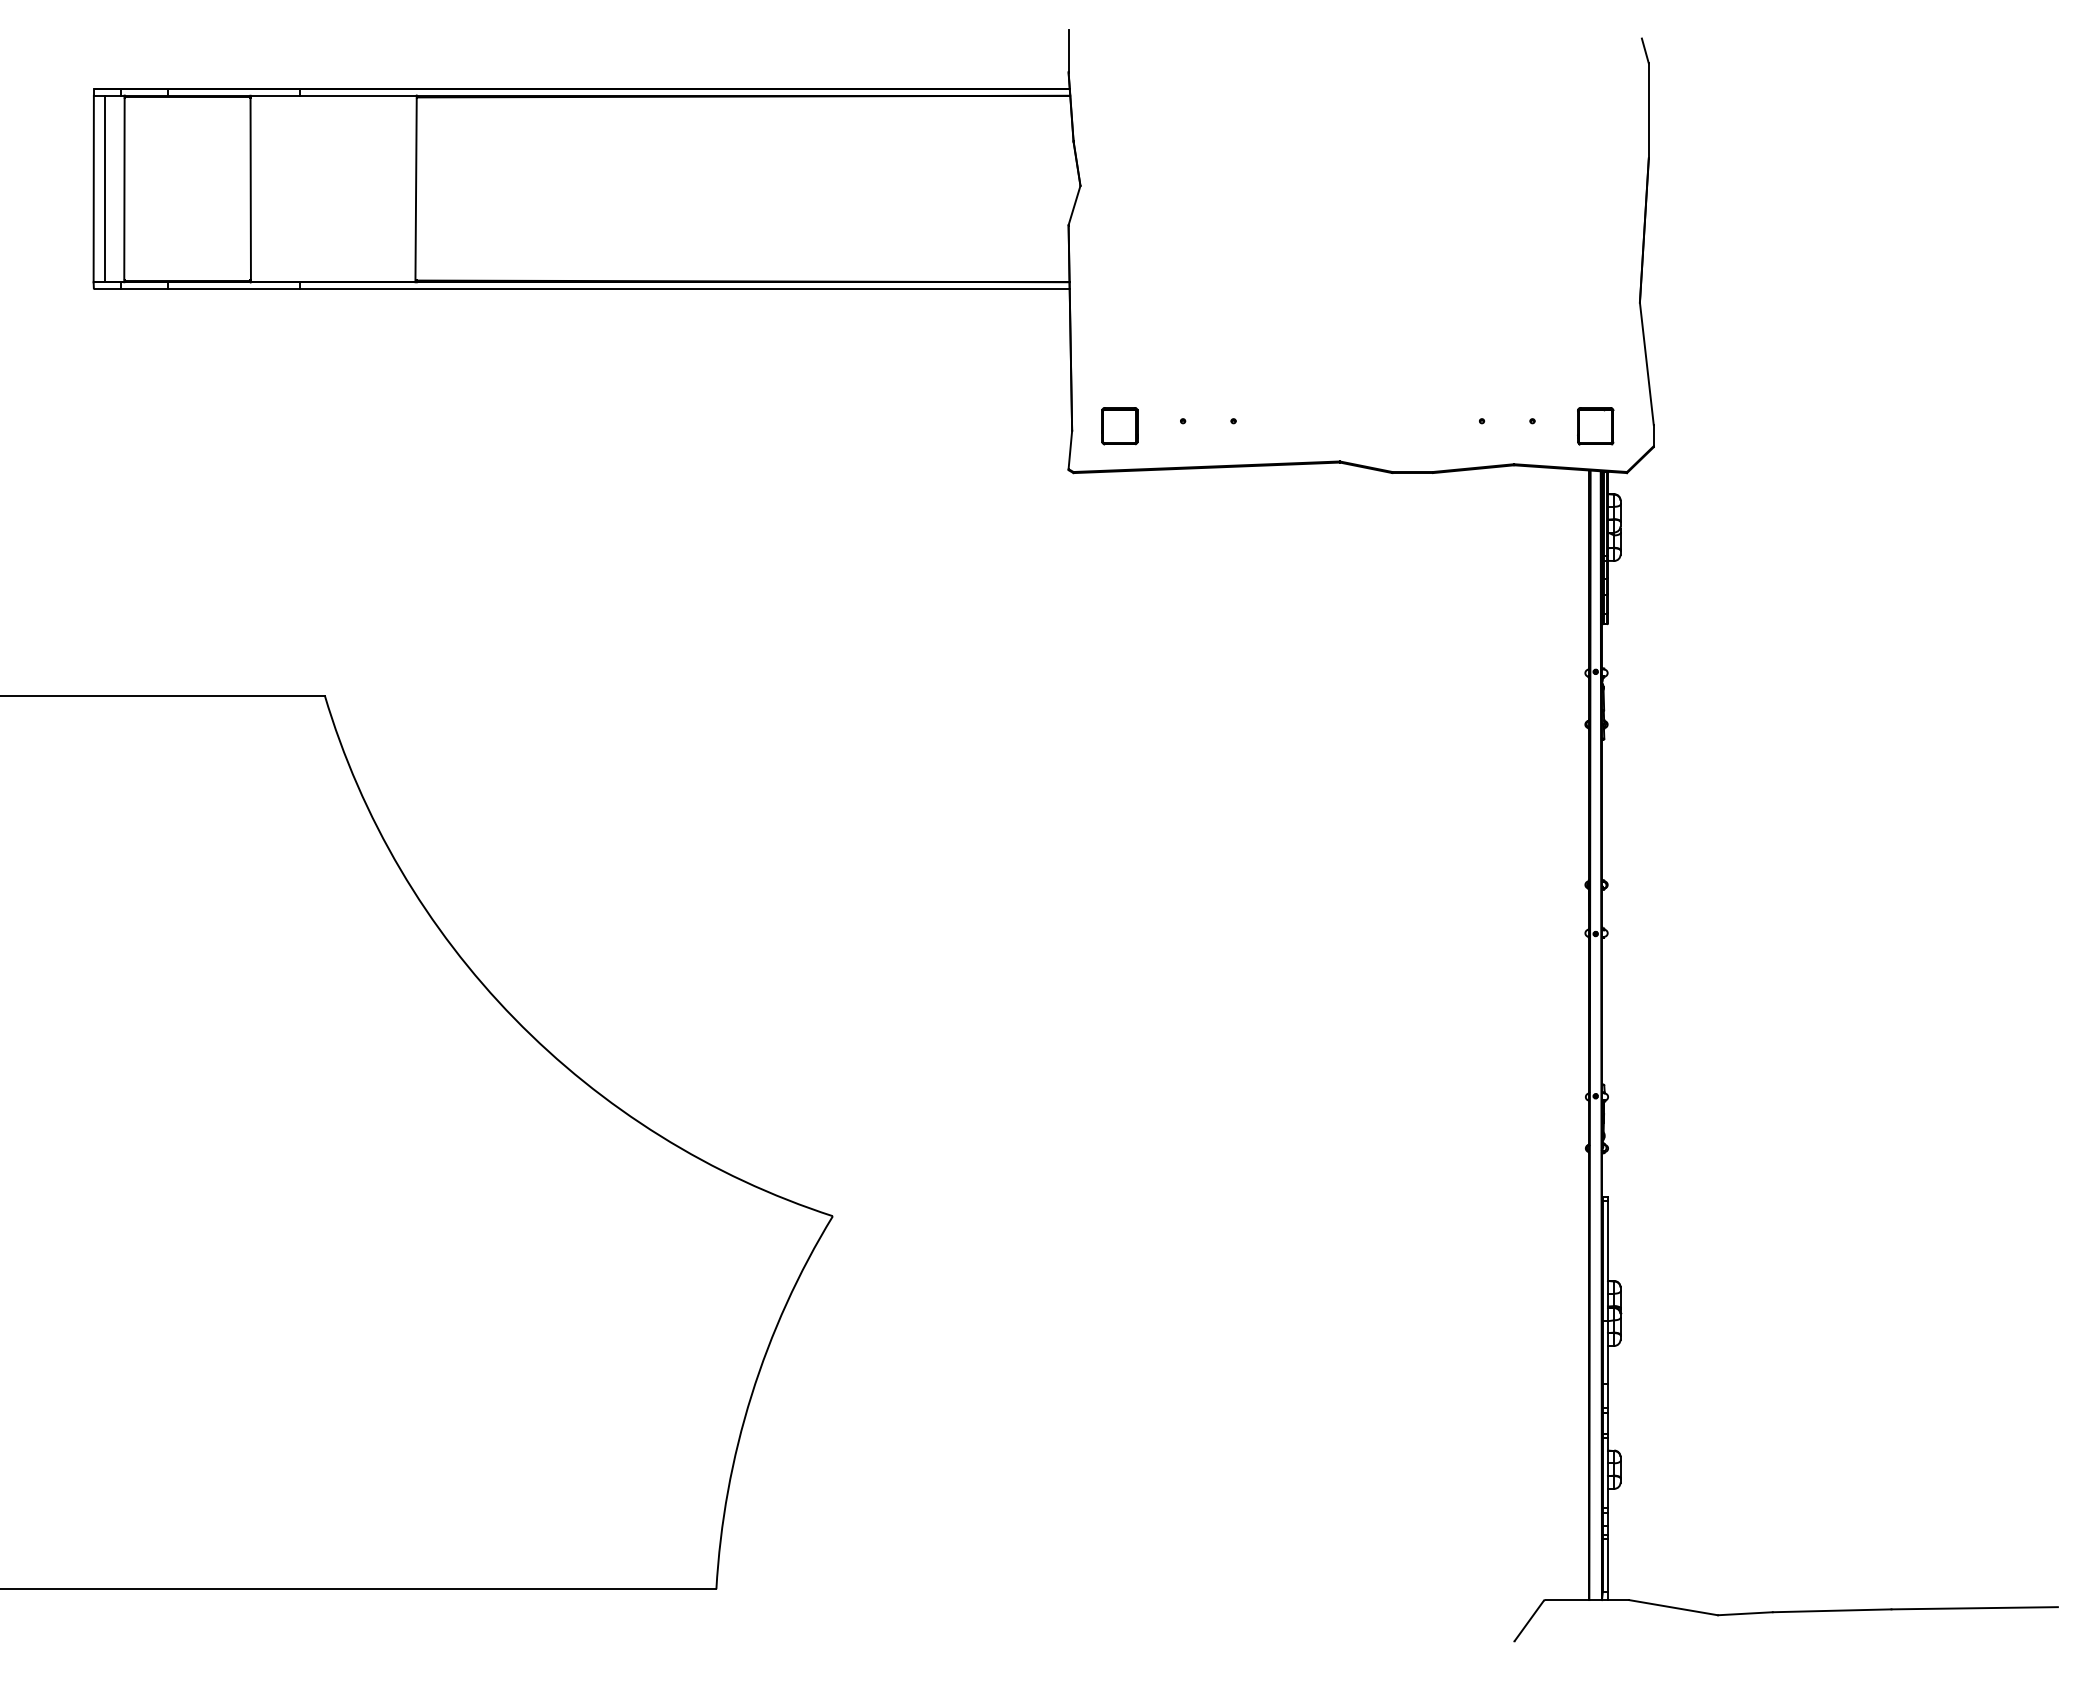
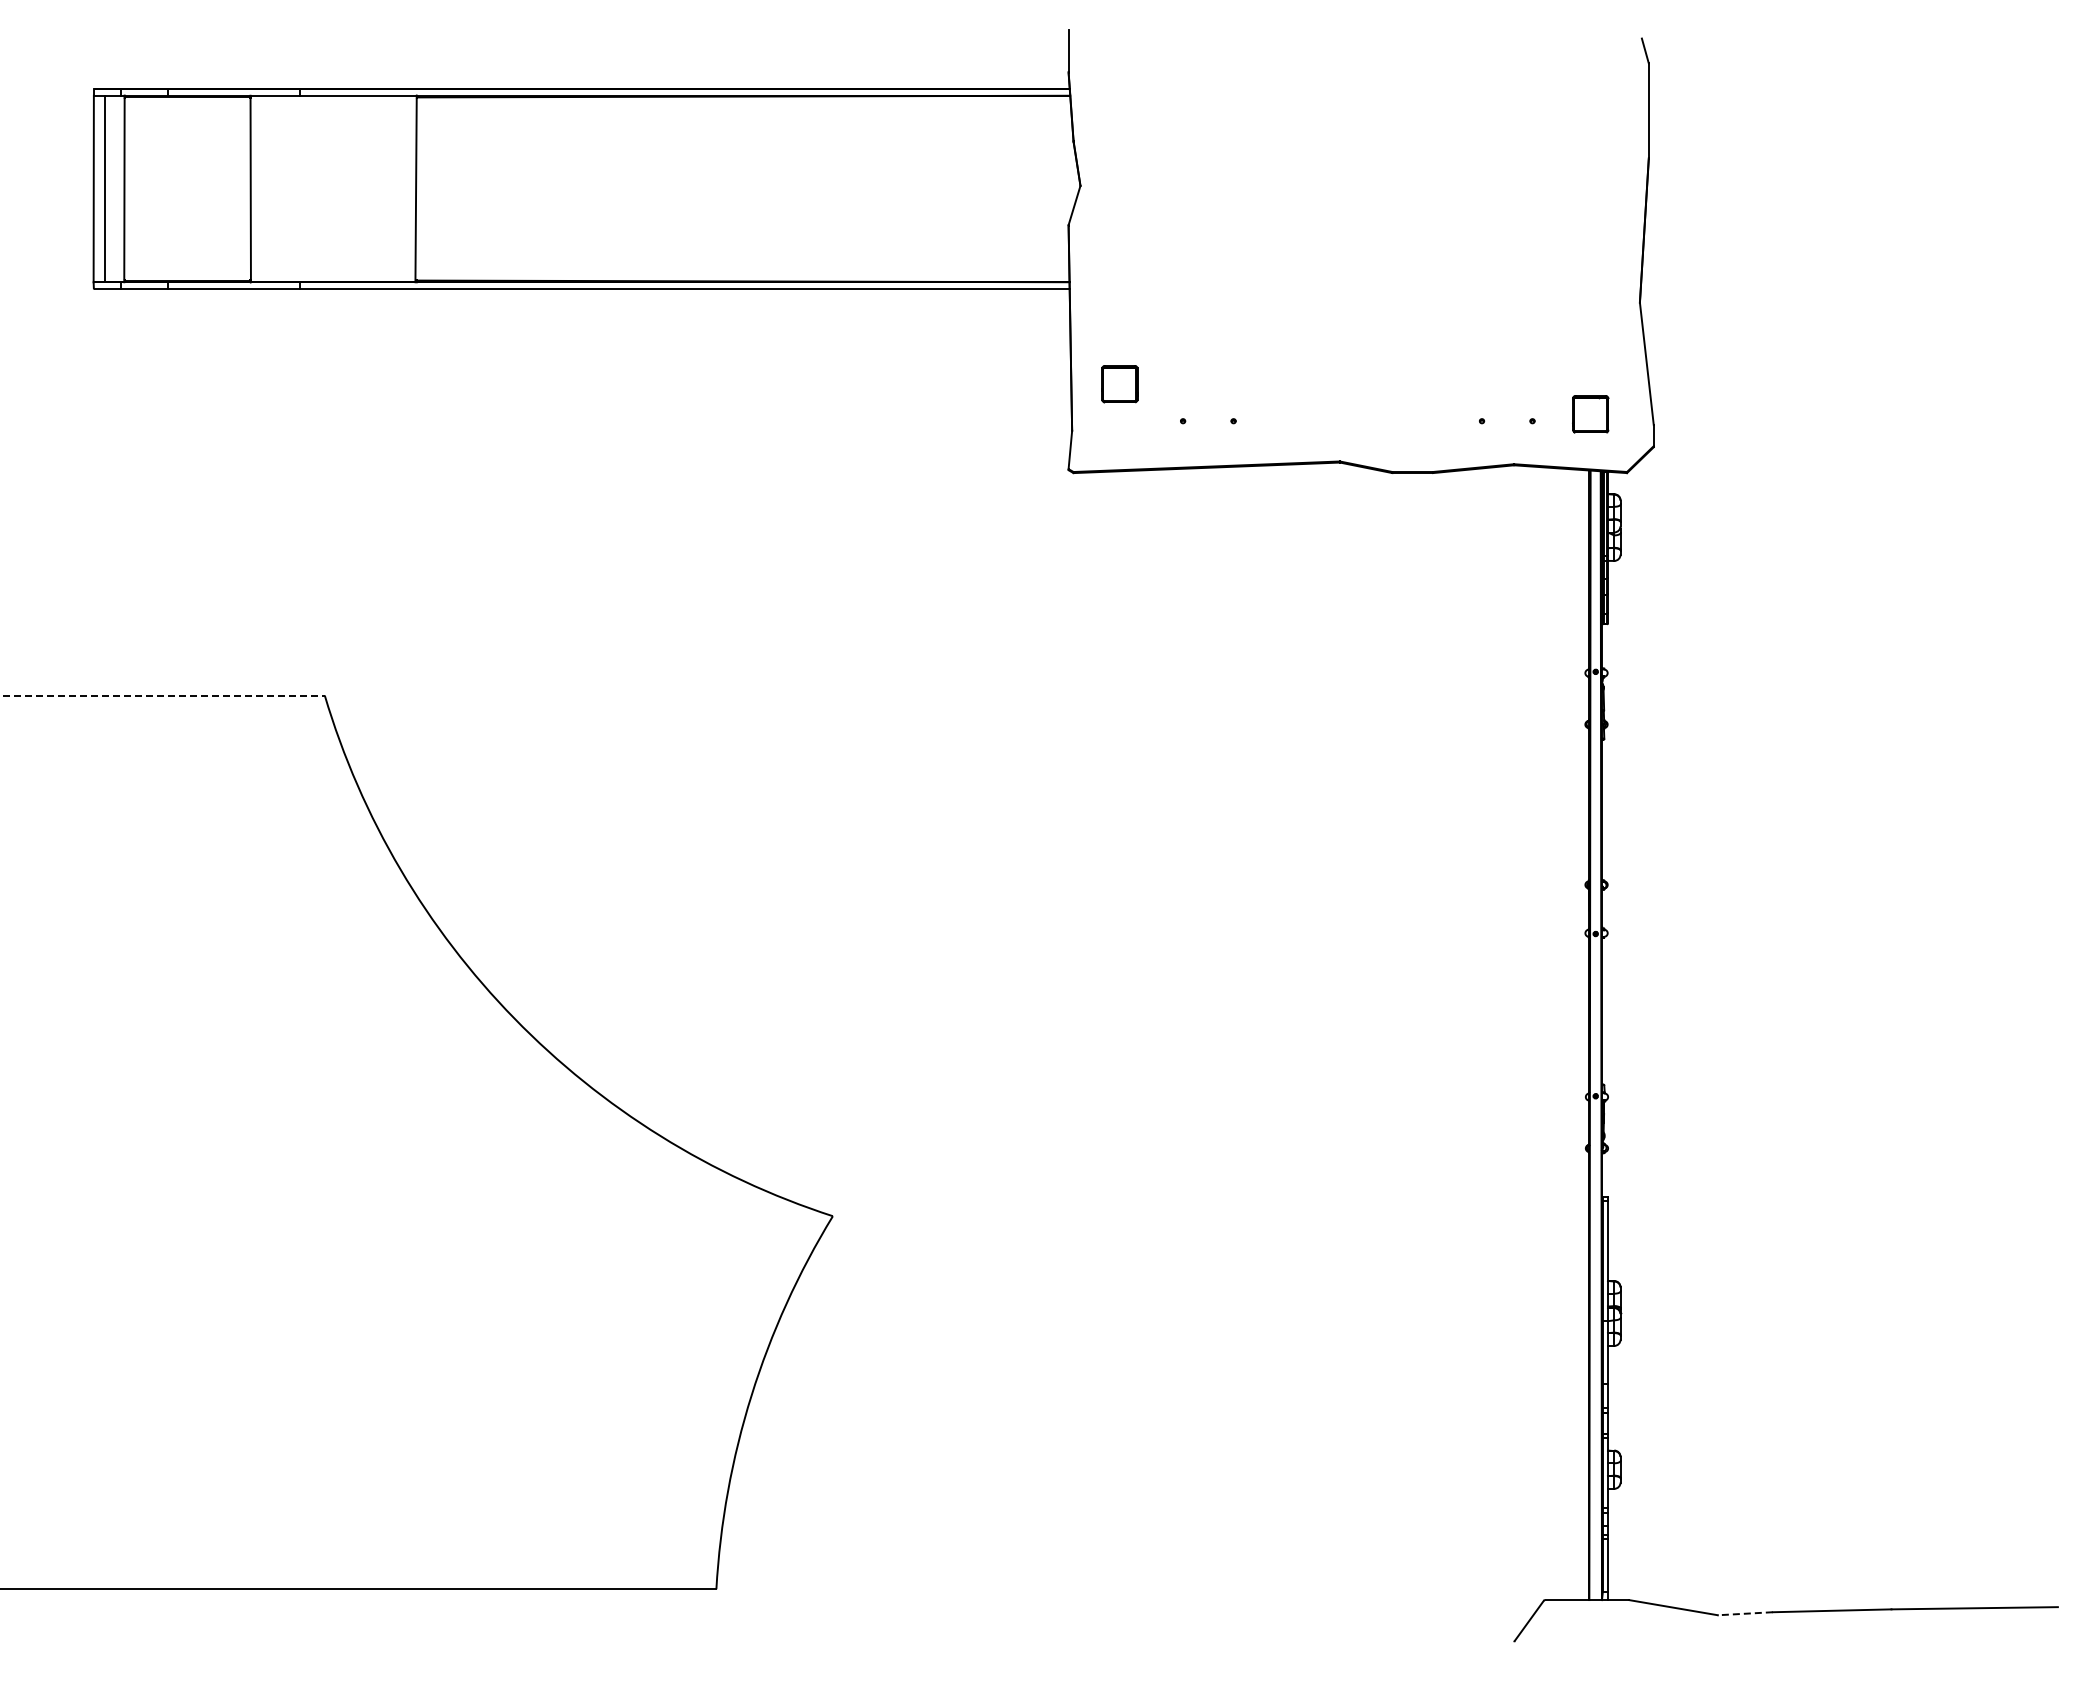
part at (1119, 426) position: (1119, 426) -> (1119, 384)
part at (1595, 426) position: (1595, 426) -> (1590, 414)
line at (162, 695): solid -> dashed
line at (1745, 1613): solid -> dashed
